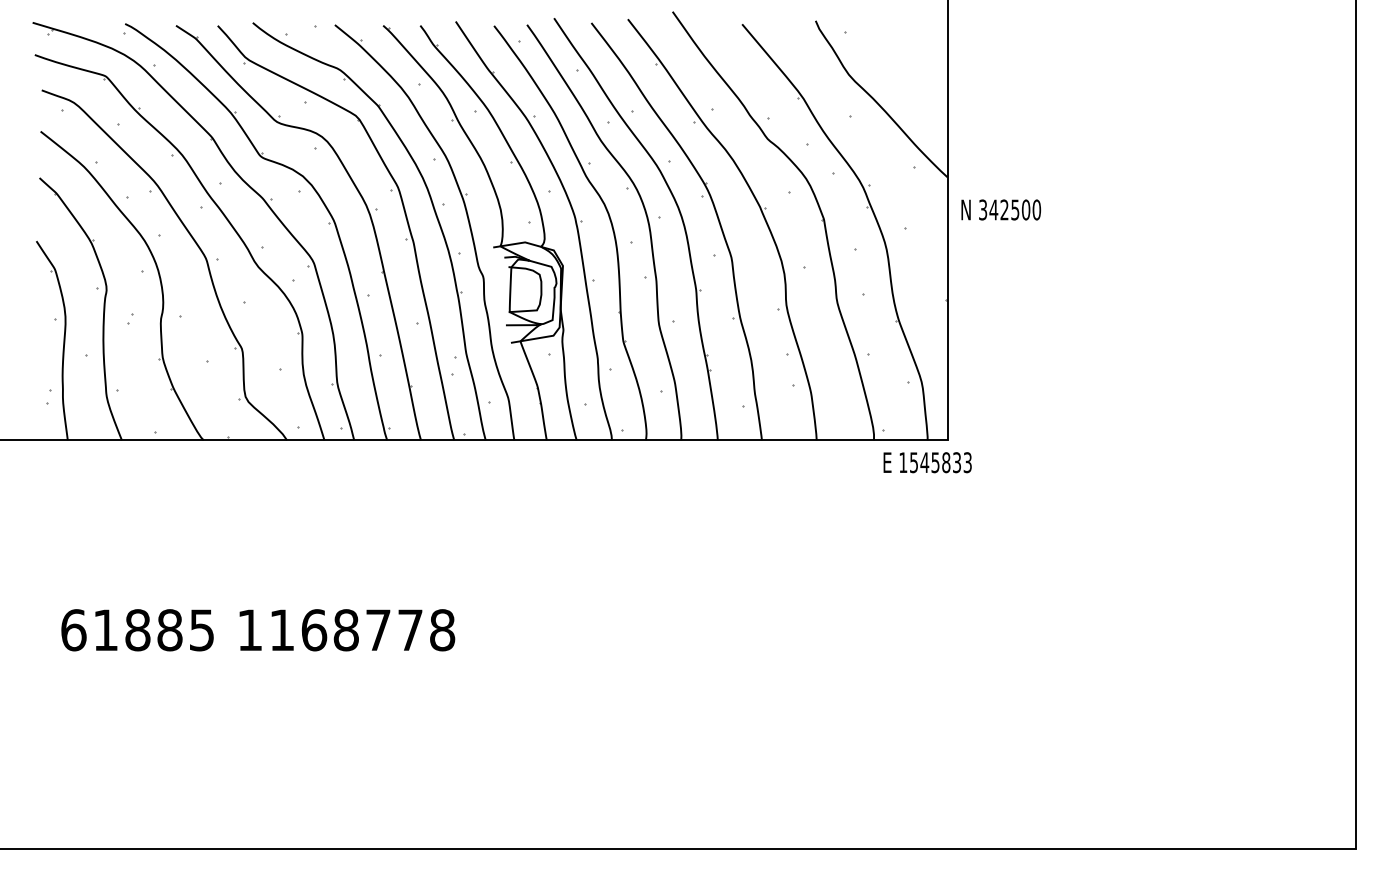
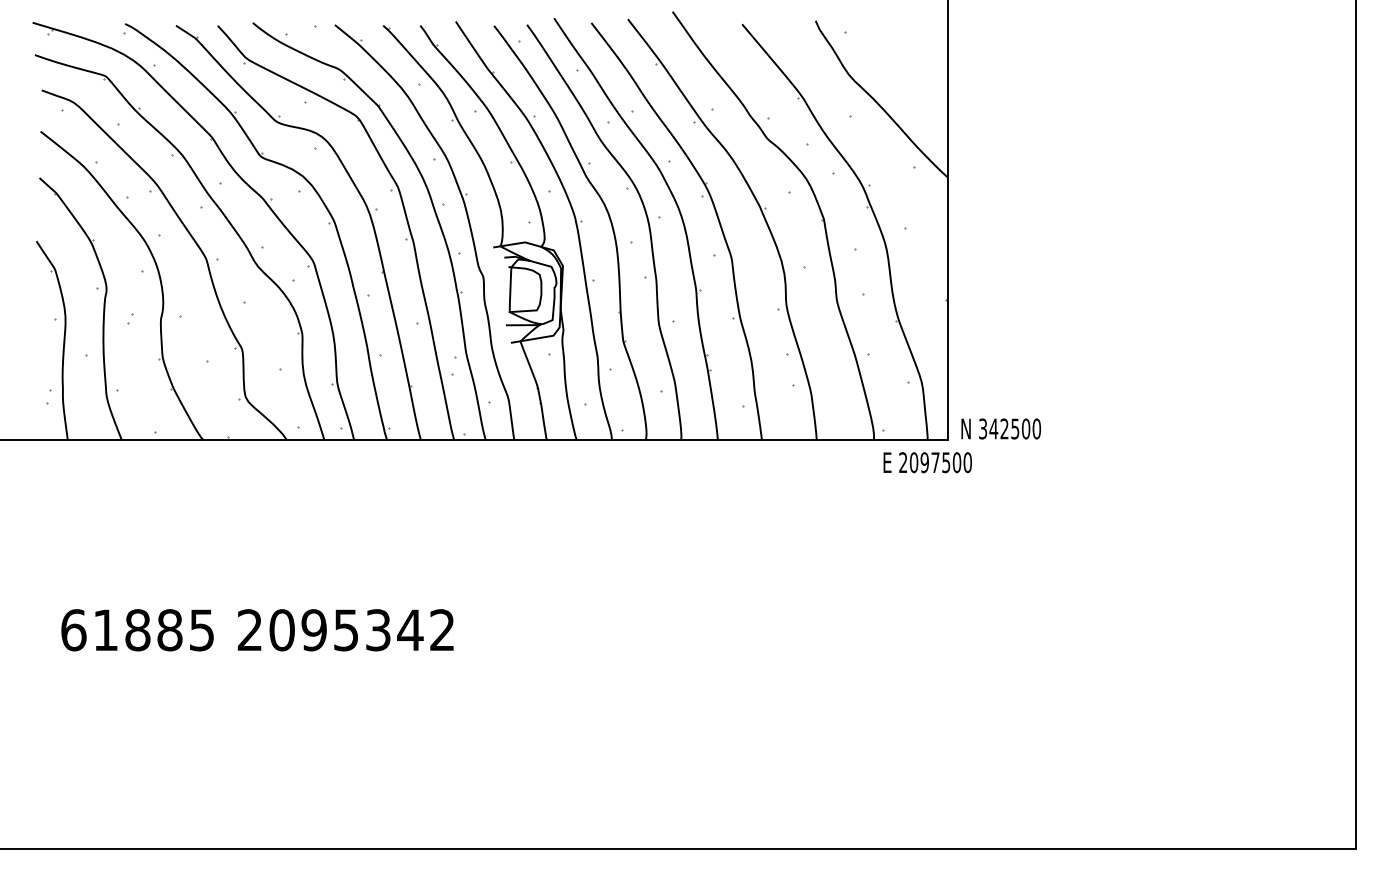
text at (1001, 209) position: (1001, 209) -> (1001, 428)
text at (935, 462): 1545833 -> 2097500
text at (346, 630): 1168778 -> 2095342
